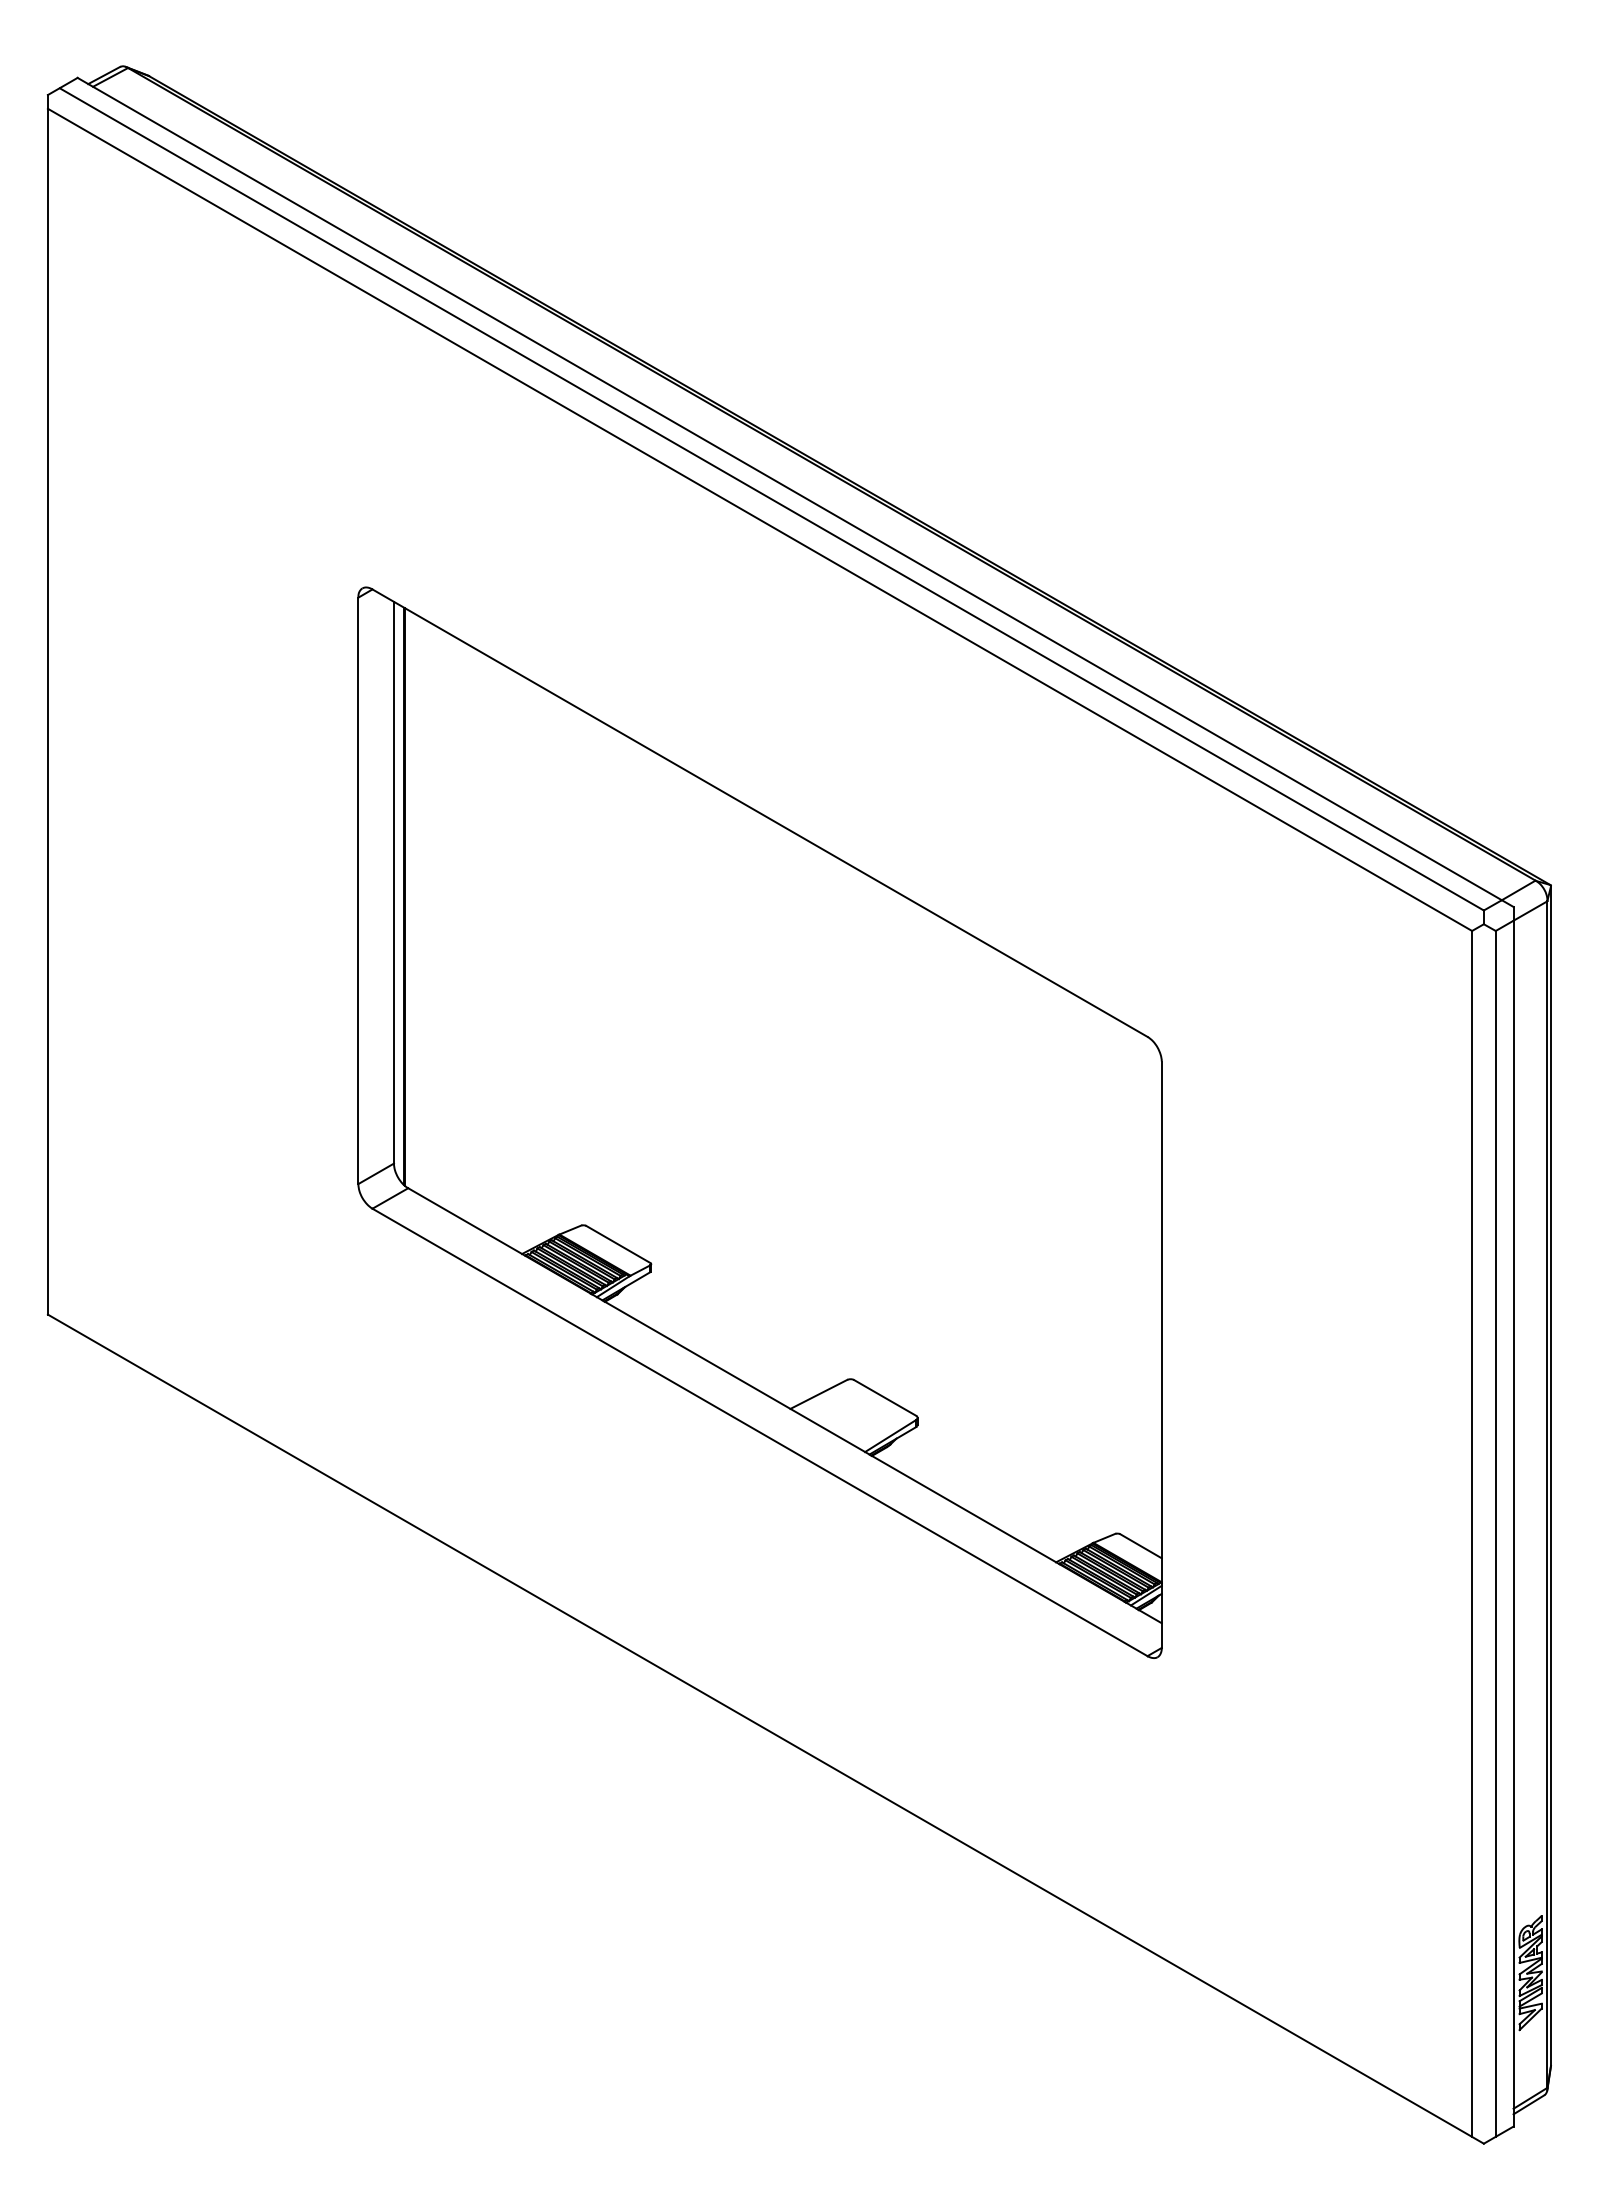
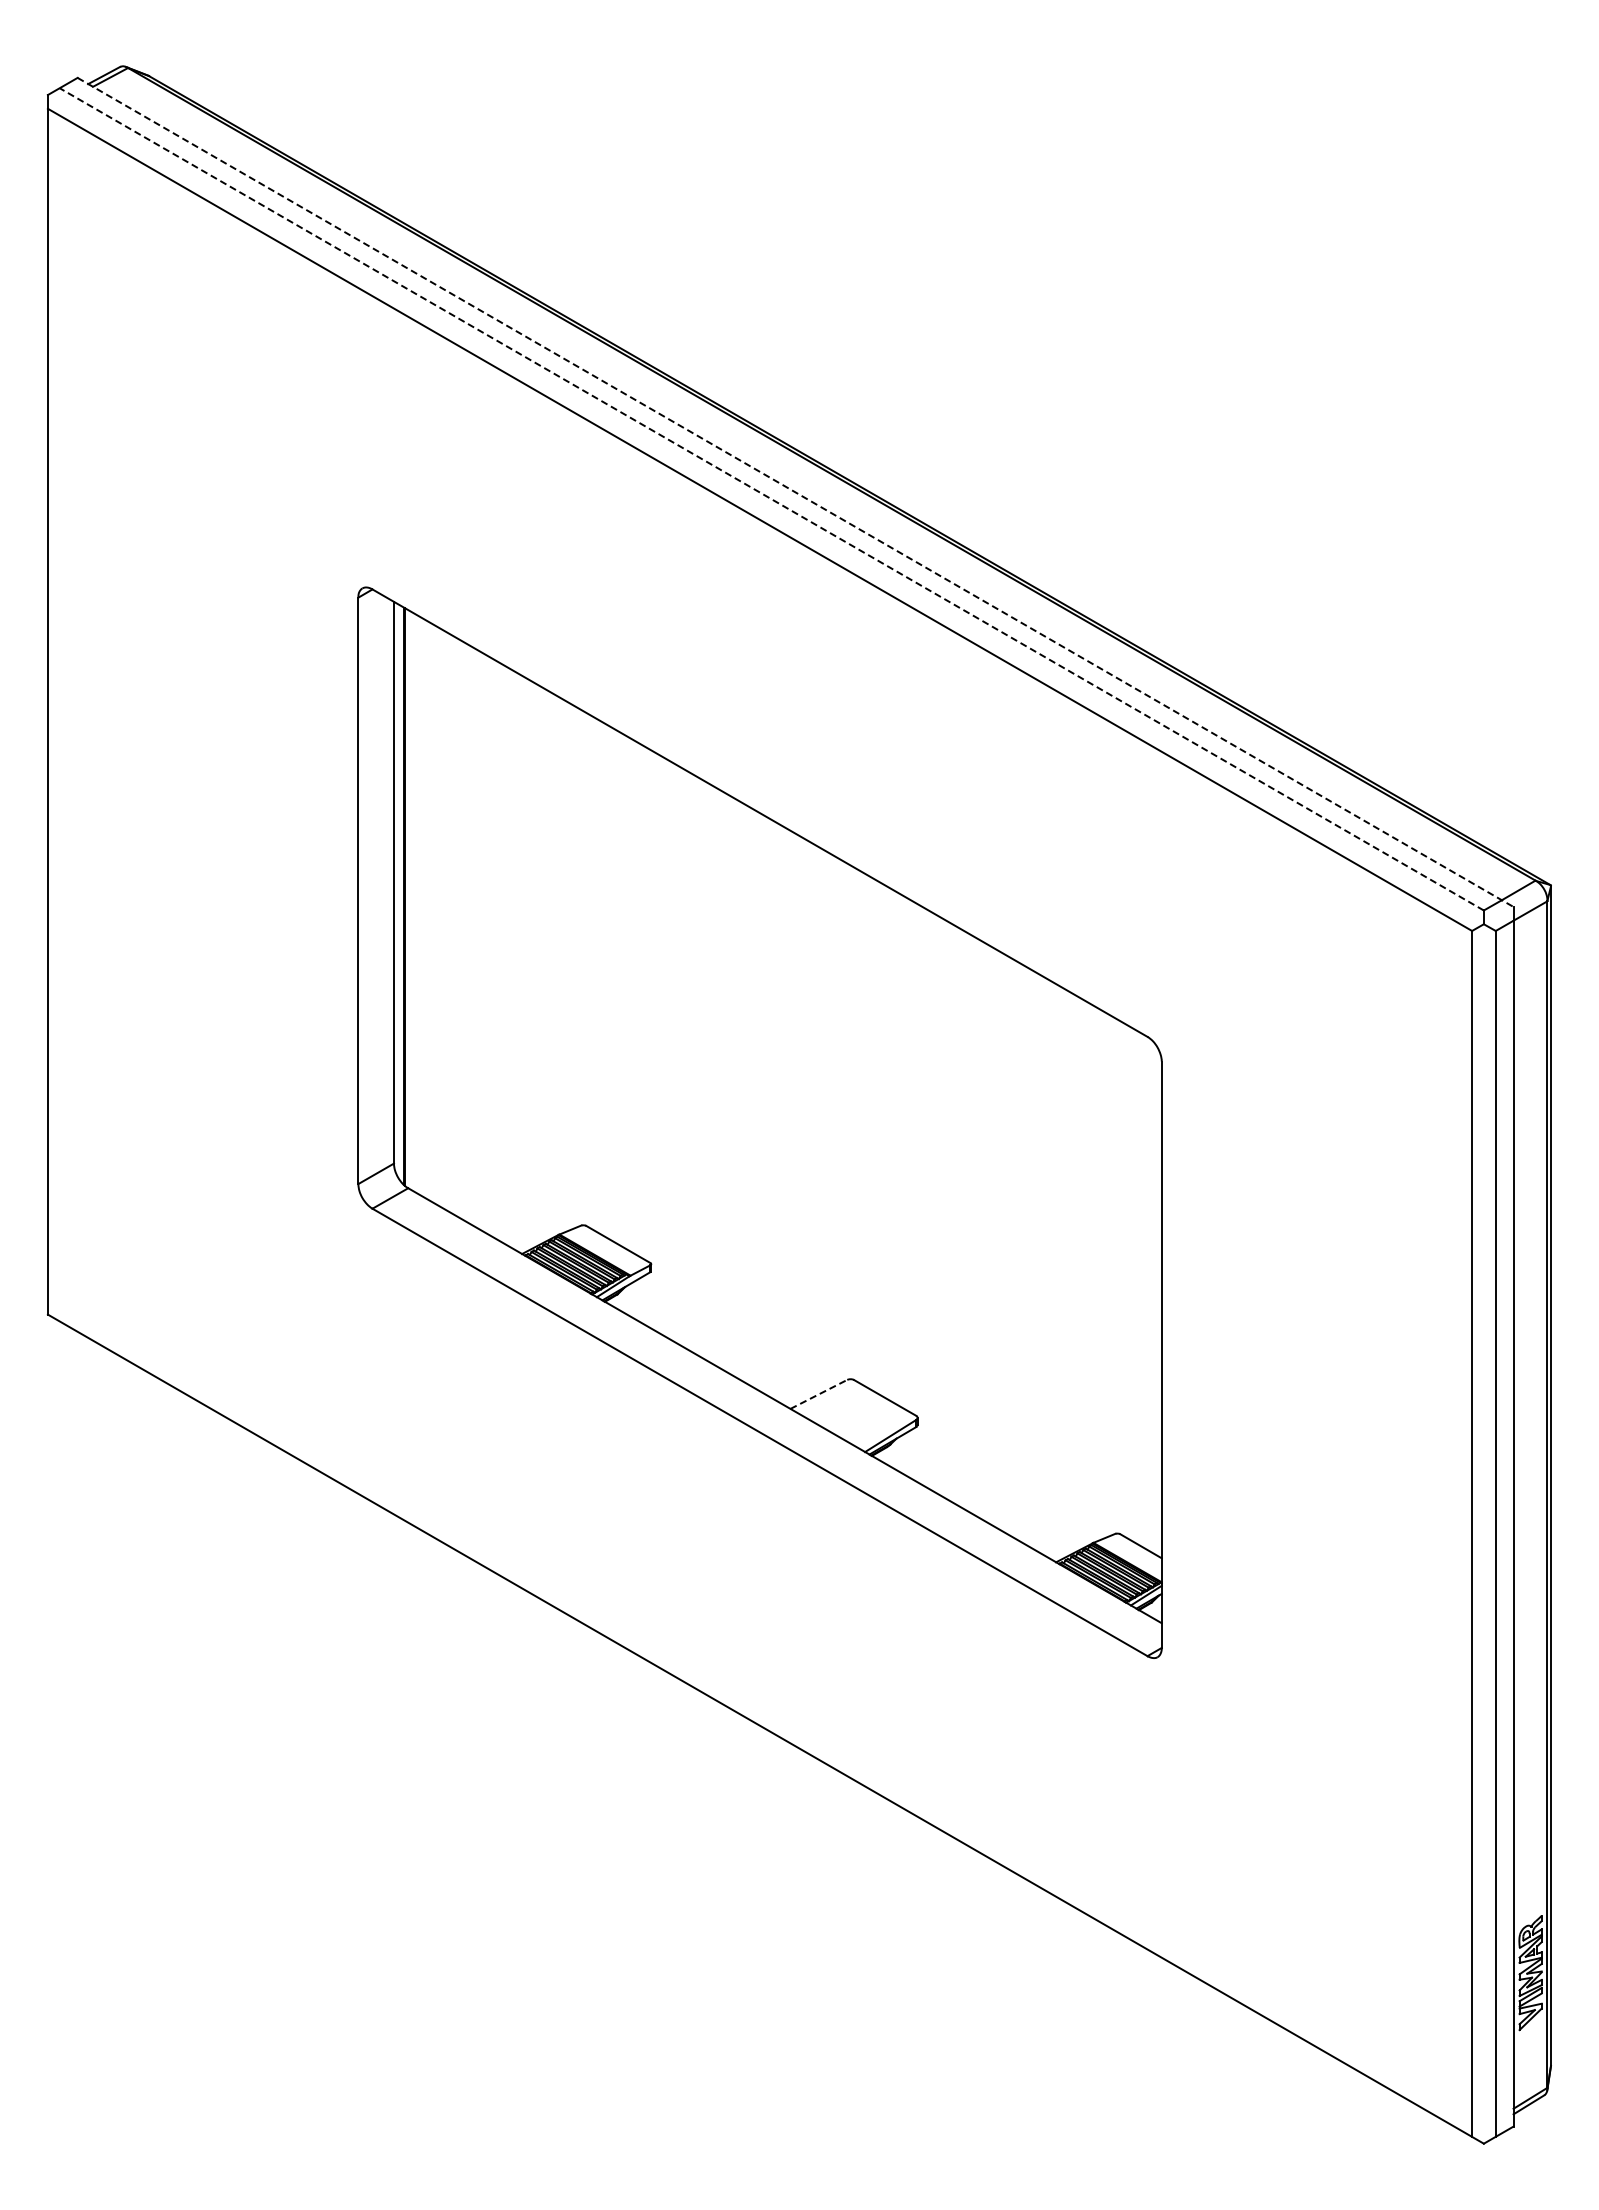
line at (796, 492): solid -> dashed
line at (771, 499): solid -> dashed
line at (818, 1394): solid -> dashed
